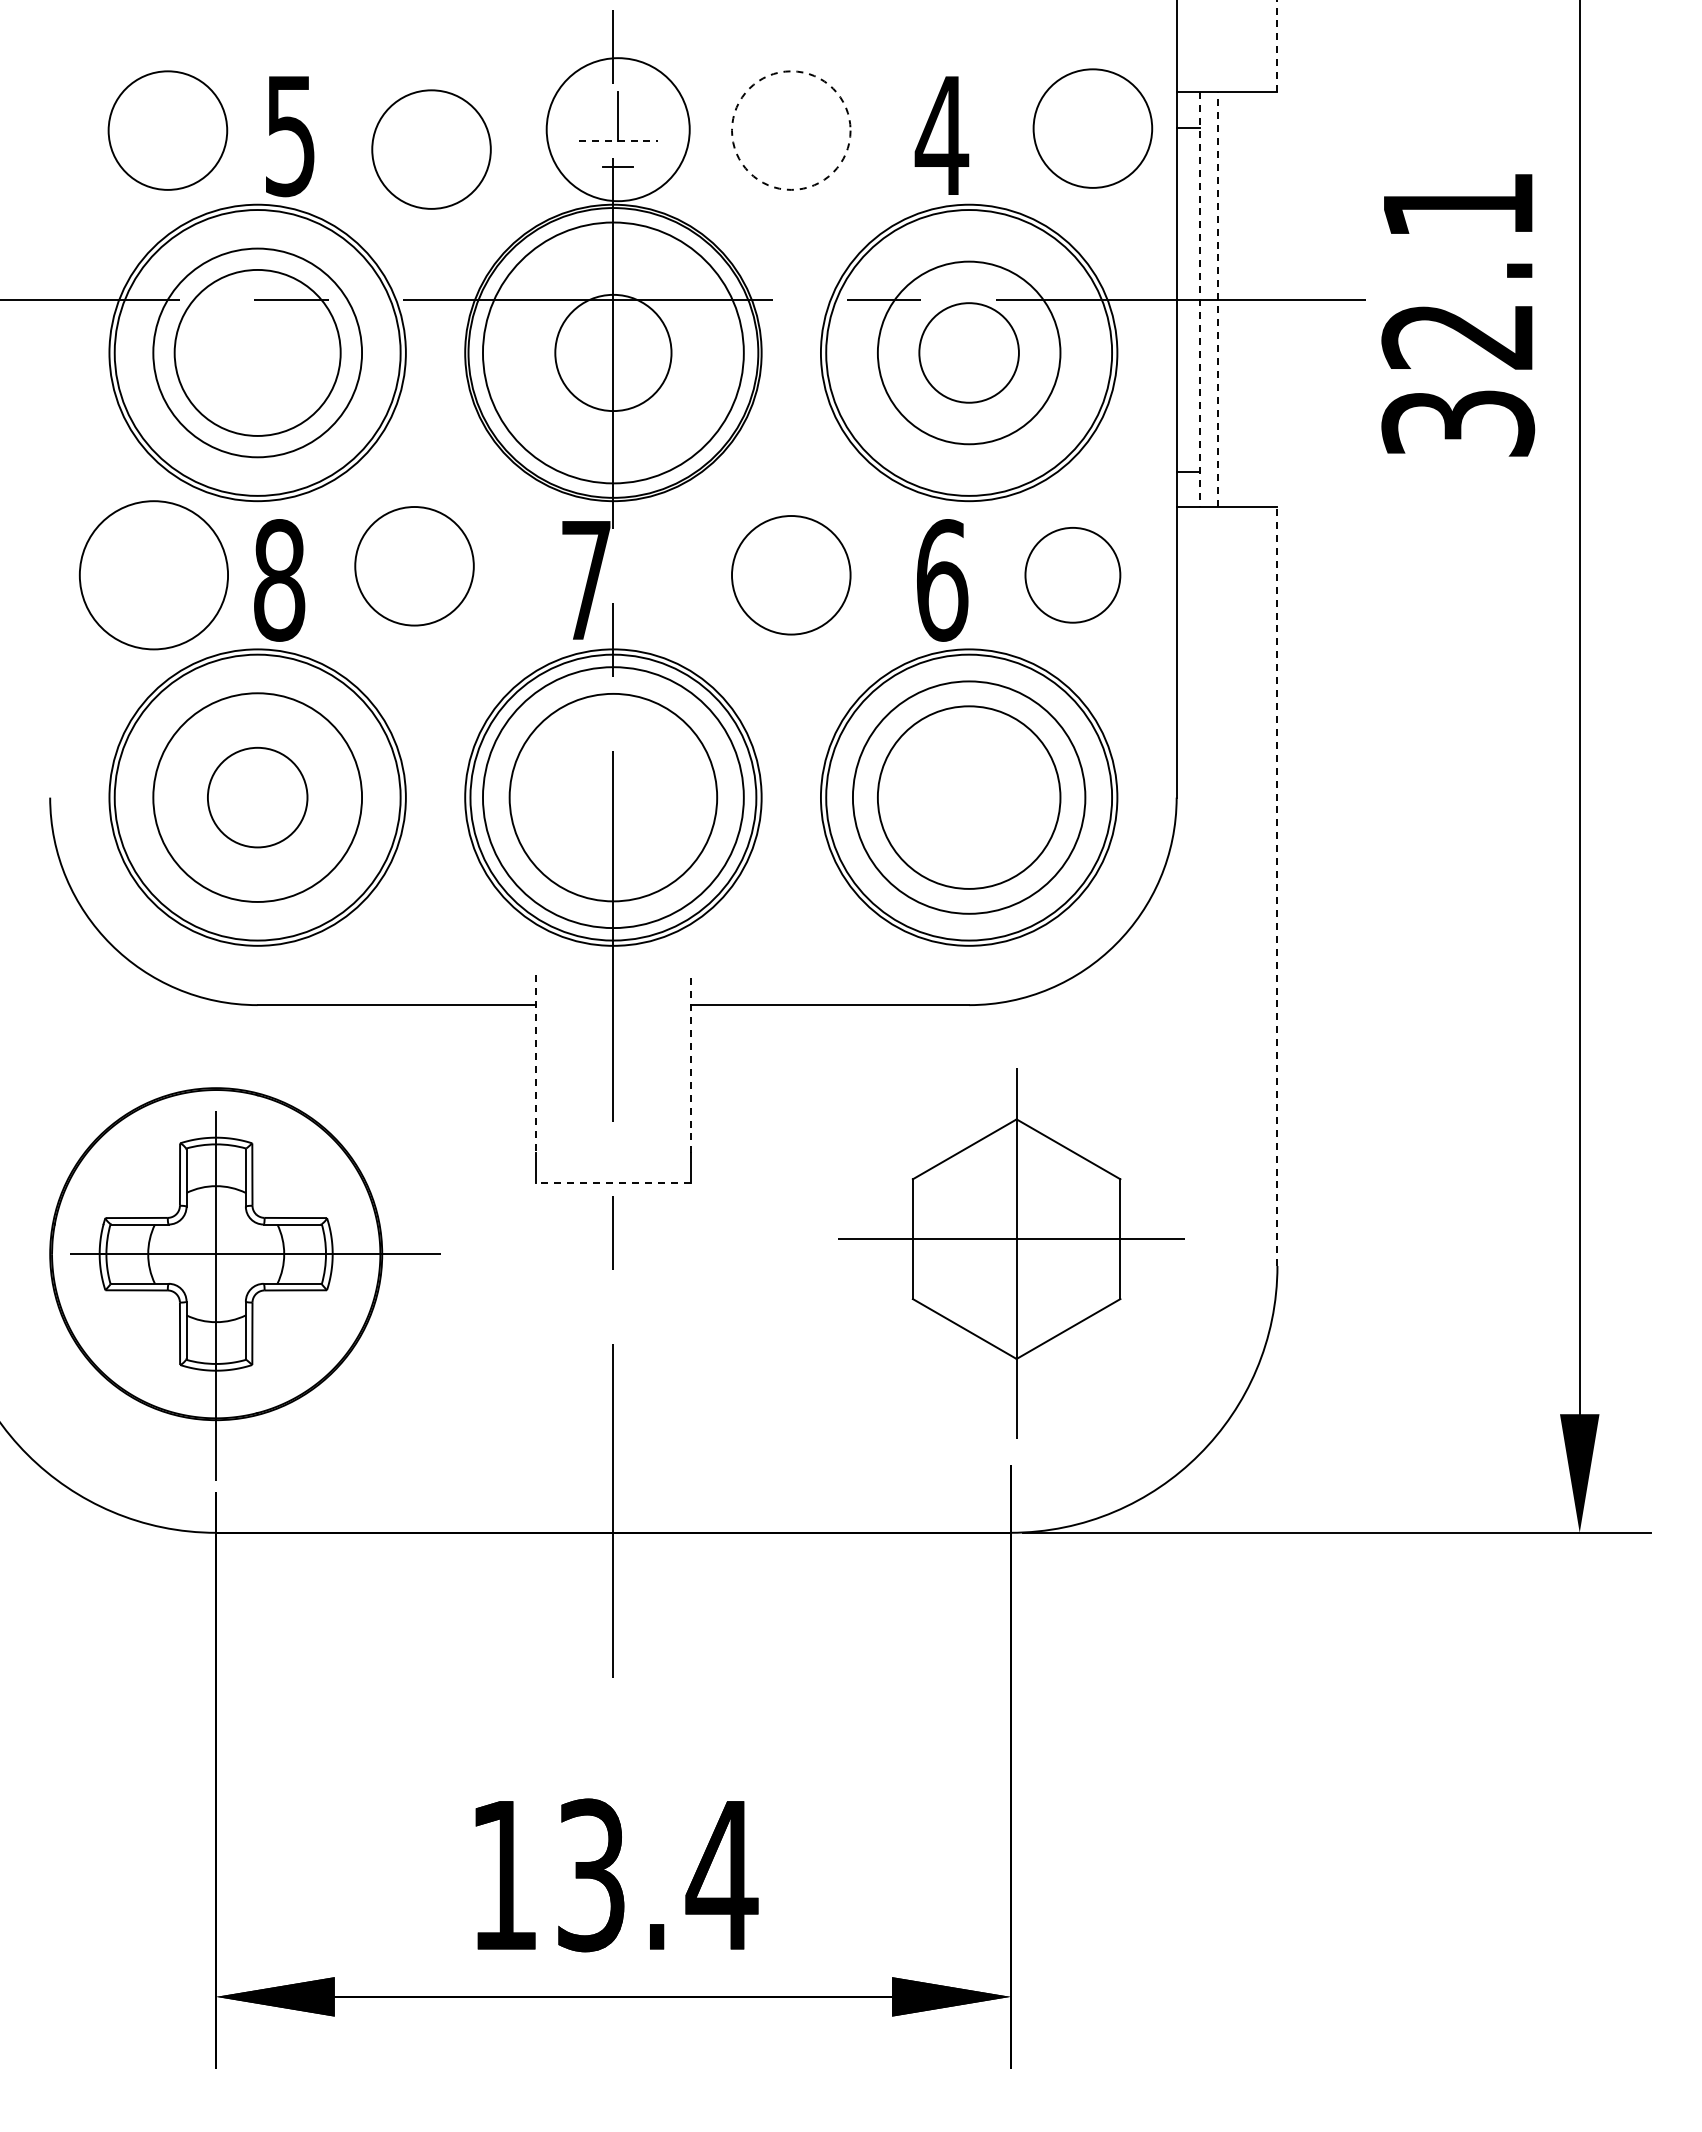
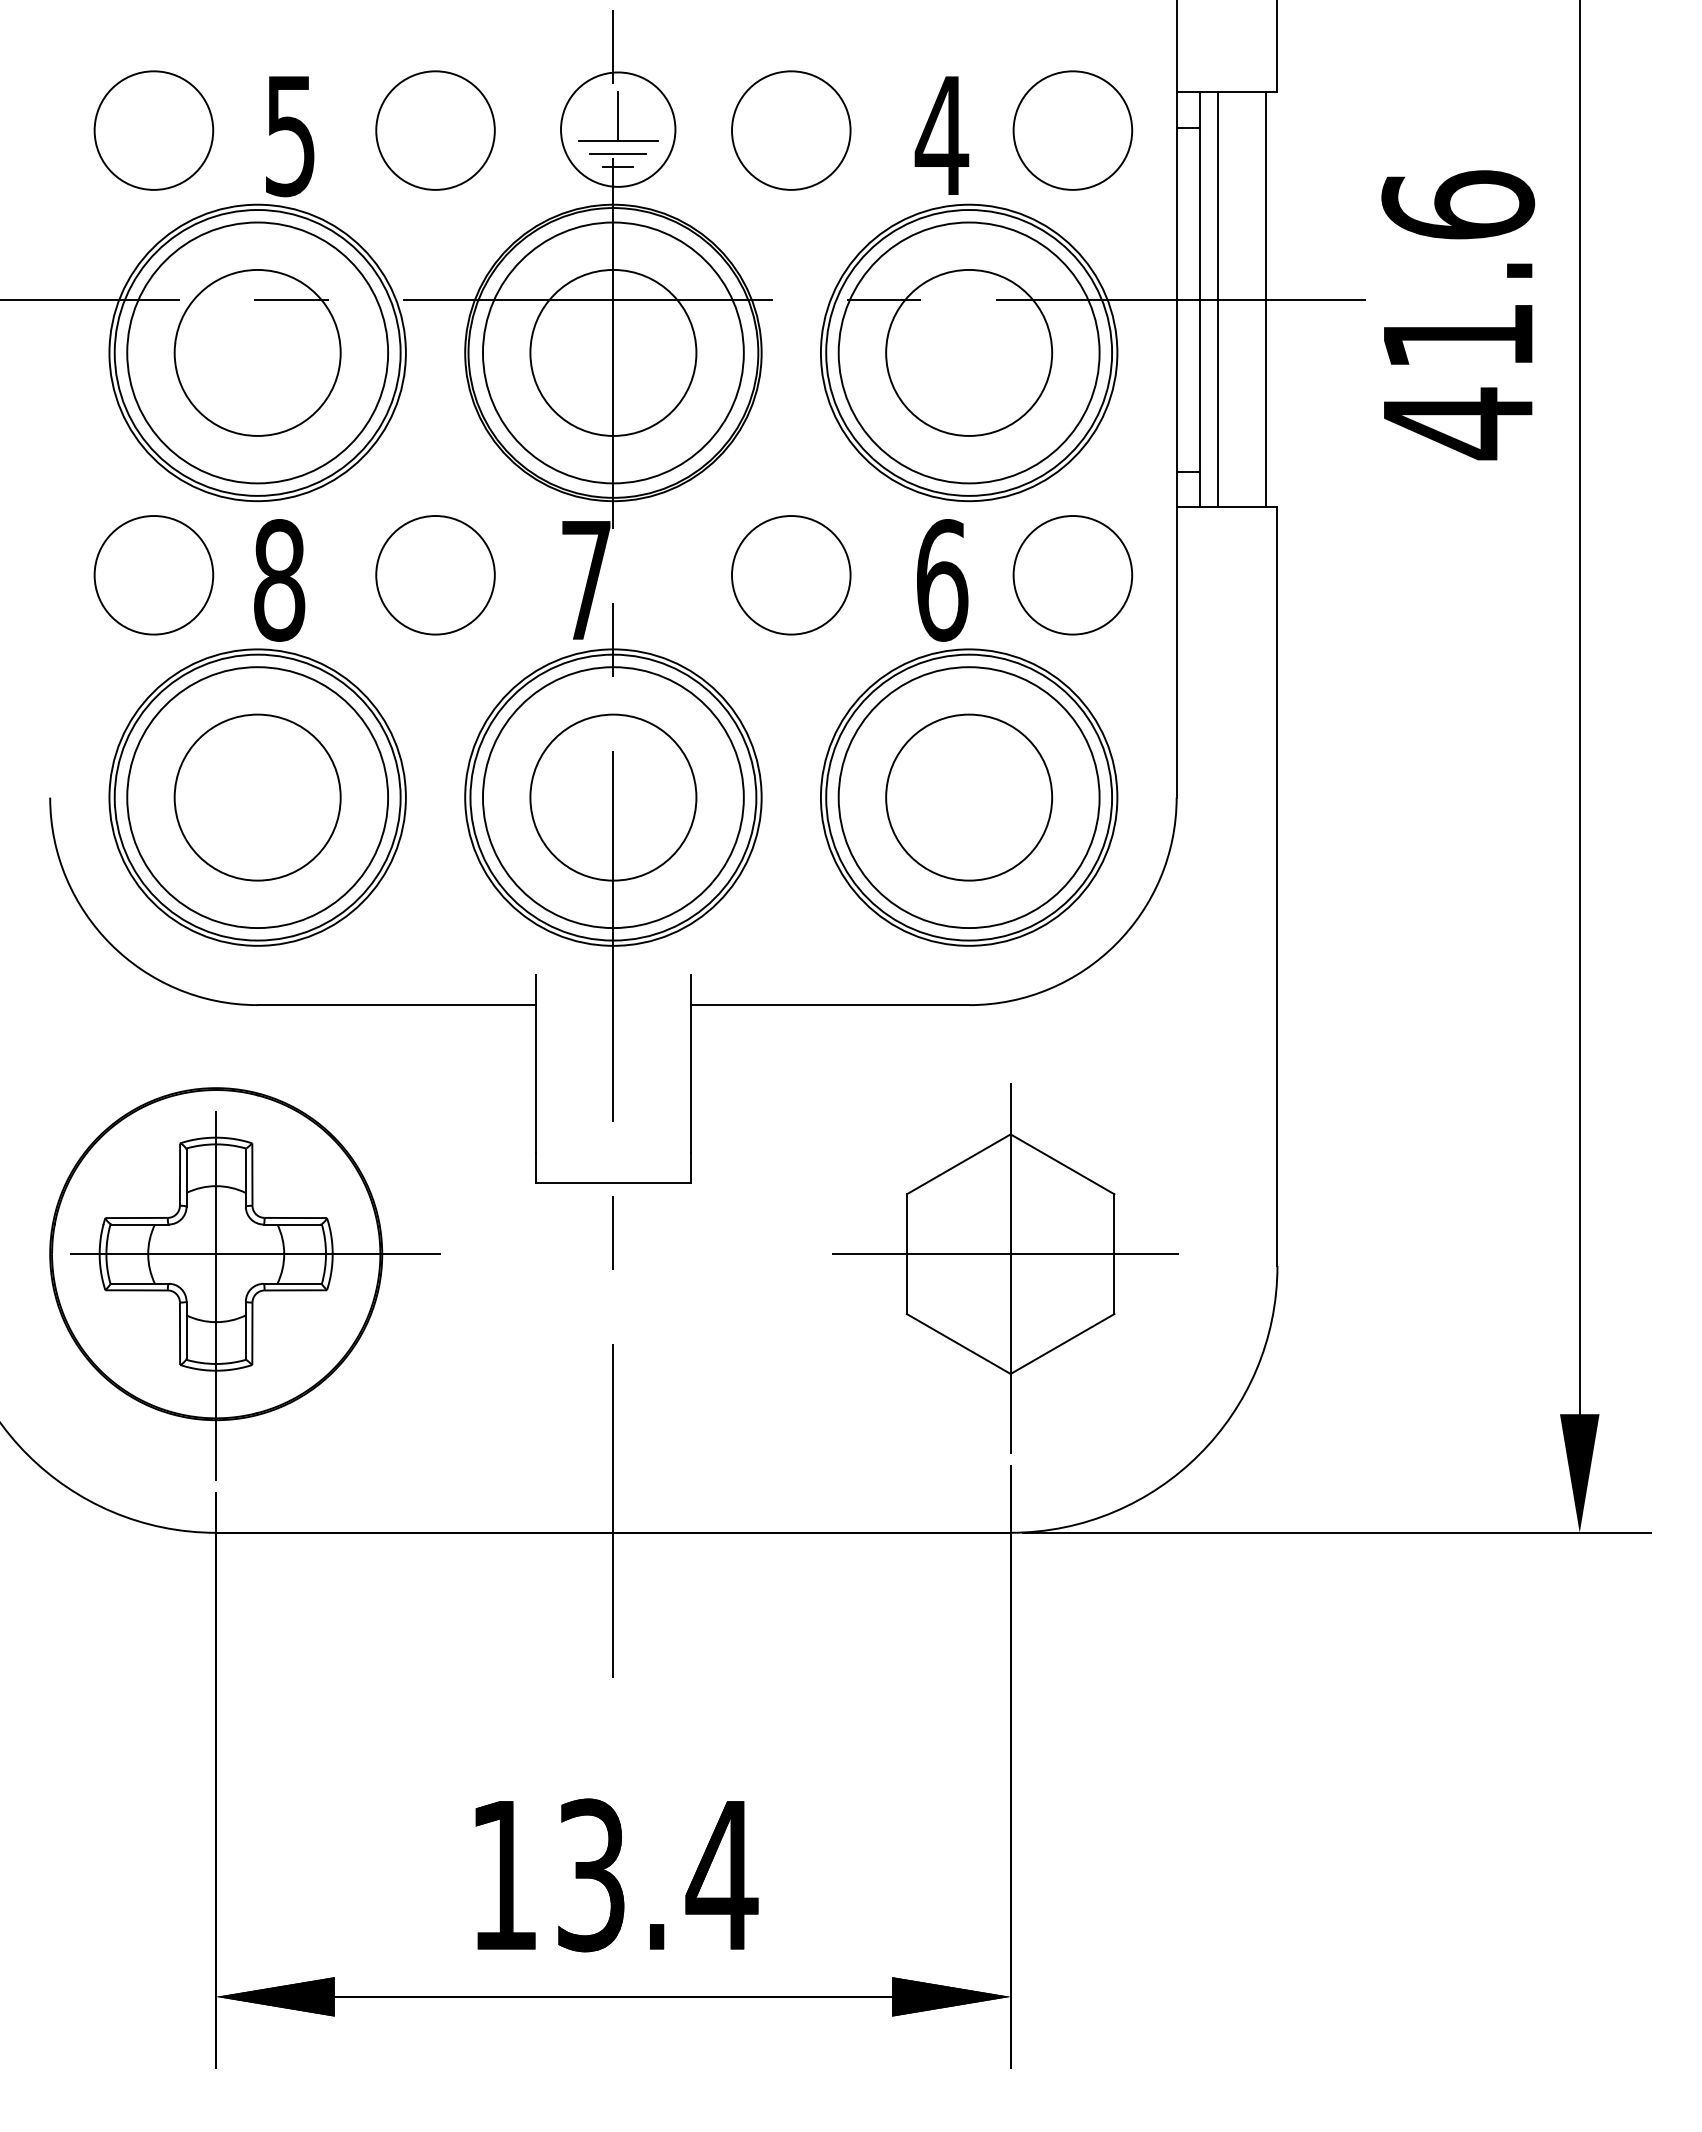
line at (1277, 46): dashed -> solid
circle at (1092, 128) position: (1092, 128) -> (1072, 130)
circle at (617, 129) diameter: 143 px -> 114 px
circle at (167, 130) position: (167, 130) -> (153, 130)
circle at (791, 130): dashed -> solid
line at (618, 140): dashed -> solid
circle at (431, 149) position: (431, 149) -> (435, 130)
line at (618, 153): none -> present
line at (1200, 299): dashed -> solid
line at (1218, 299): dashed -> solid
line at (1265, 299): none -> present
text at (1458, 315): 32.1 -> 41.6
circle at (257, 352) diameter: 209 px -> 261 px
circle at (613, 352) diameter: 116 px -> 166 px
circle at (968, 352) diameter: 100 px -> 166 px
circle at (968, 352) diameter: 183 px -> 261 px
circle at (414, 566) position: (414, 566) -> (435, 575)
circle at (1072, 574) diameter: 95 px -> 119 px
circle at (153, 575) diameter: 148 px -> 119 px
circle at (257, 797) diameter: 100 px -> 166 px
circle at (257, 797) diameter: 209 px -> 261 px
circle at (613, 797) diameter: 208 px -> 166 px
circle at (968, 797) diameter: 183 px -> 261 px
circle at (968, 797) diameter: 232 px -> 166 px
line at (1277, 886): dashed -> solid
line at (536, 1064): dashed -> solid
line at (690, 1064): dashed -> solid
line at (612, 1183): dashed -> solid
part at (1011, 1253) position: (1011, 1253) -> (1005, 1268)
